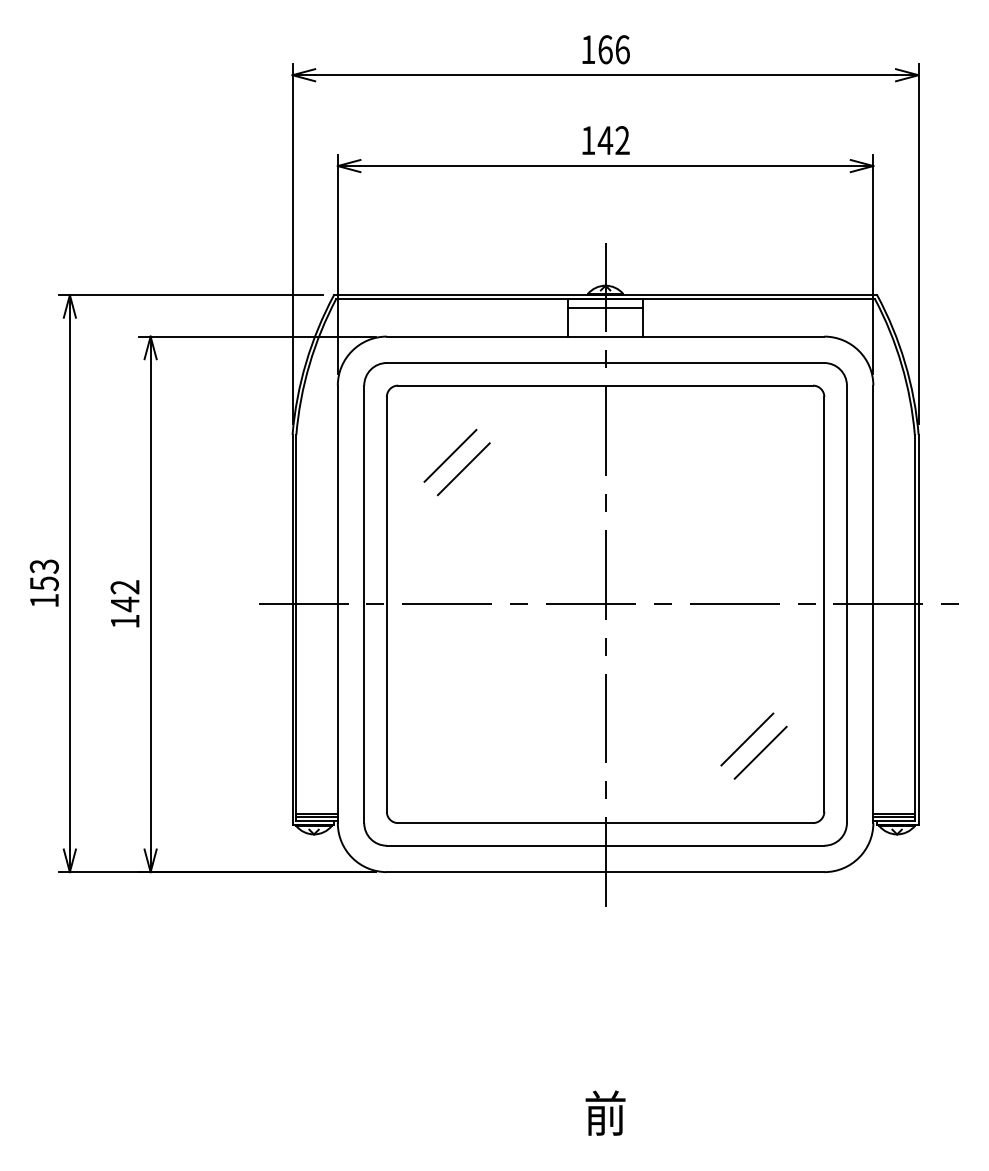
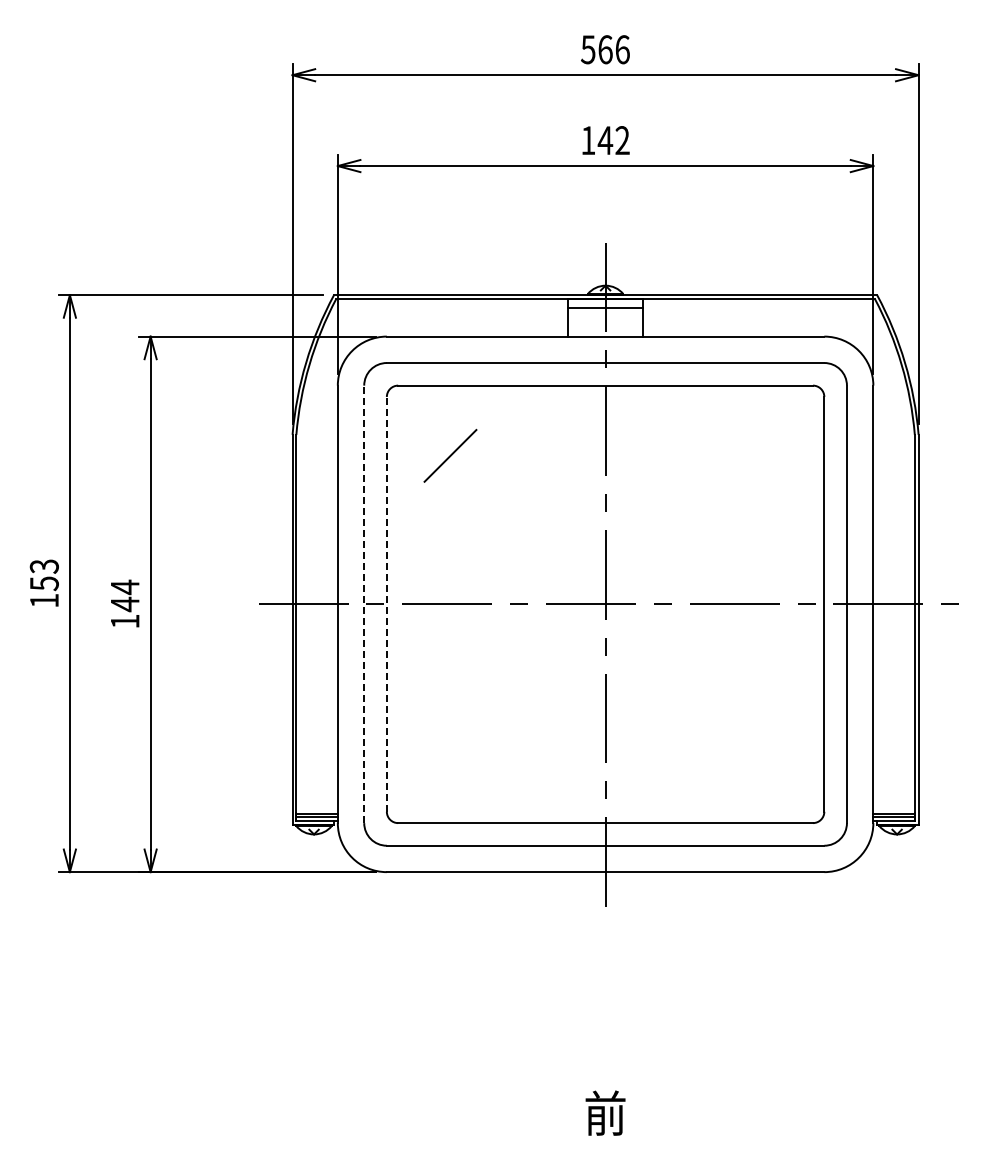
text at (588, 49): 166 -> 566
line at (463, 469): present -> none
text at (124, 587): 142 -> 144
line at (386, 603): solid -> dashed
line at (364, 604): solid -> dashed
line at (747, 739): present -> none
line at (760, 752): present -> none
